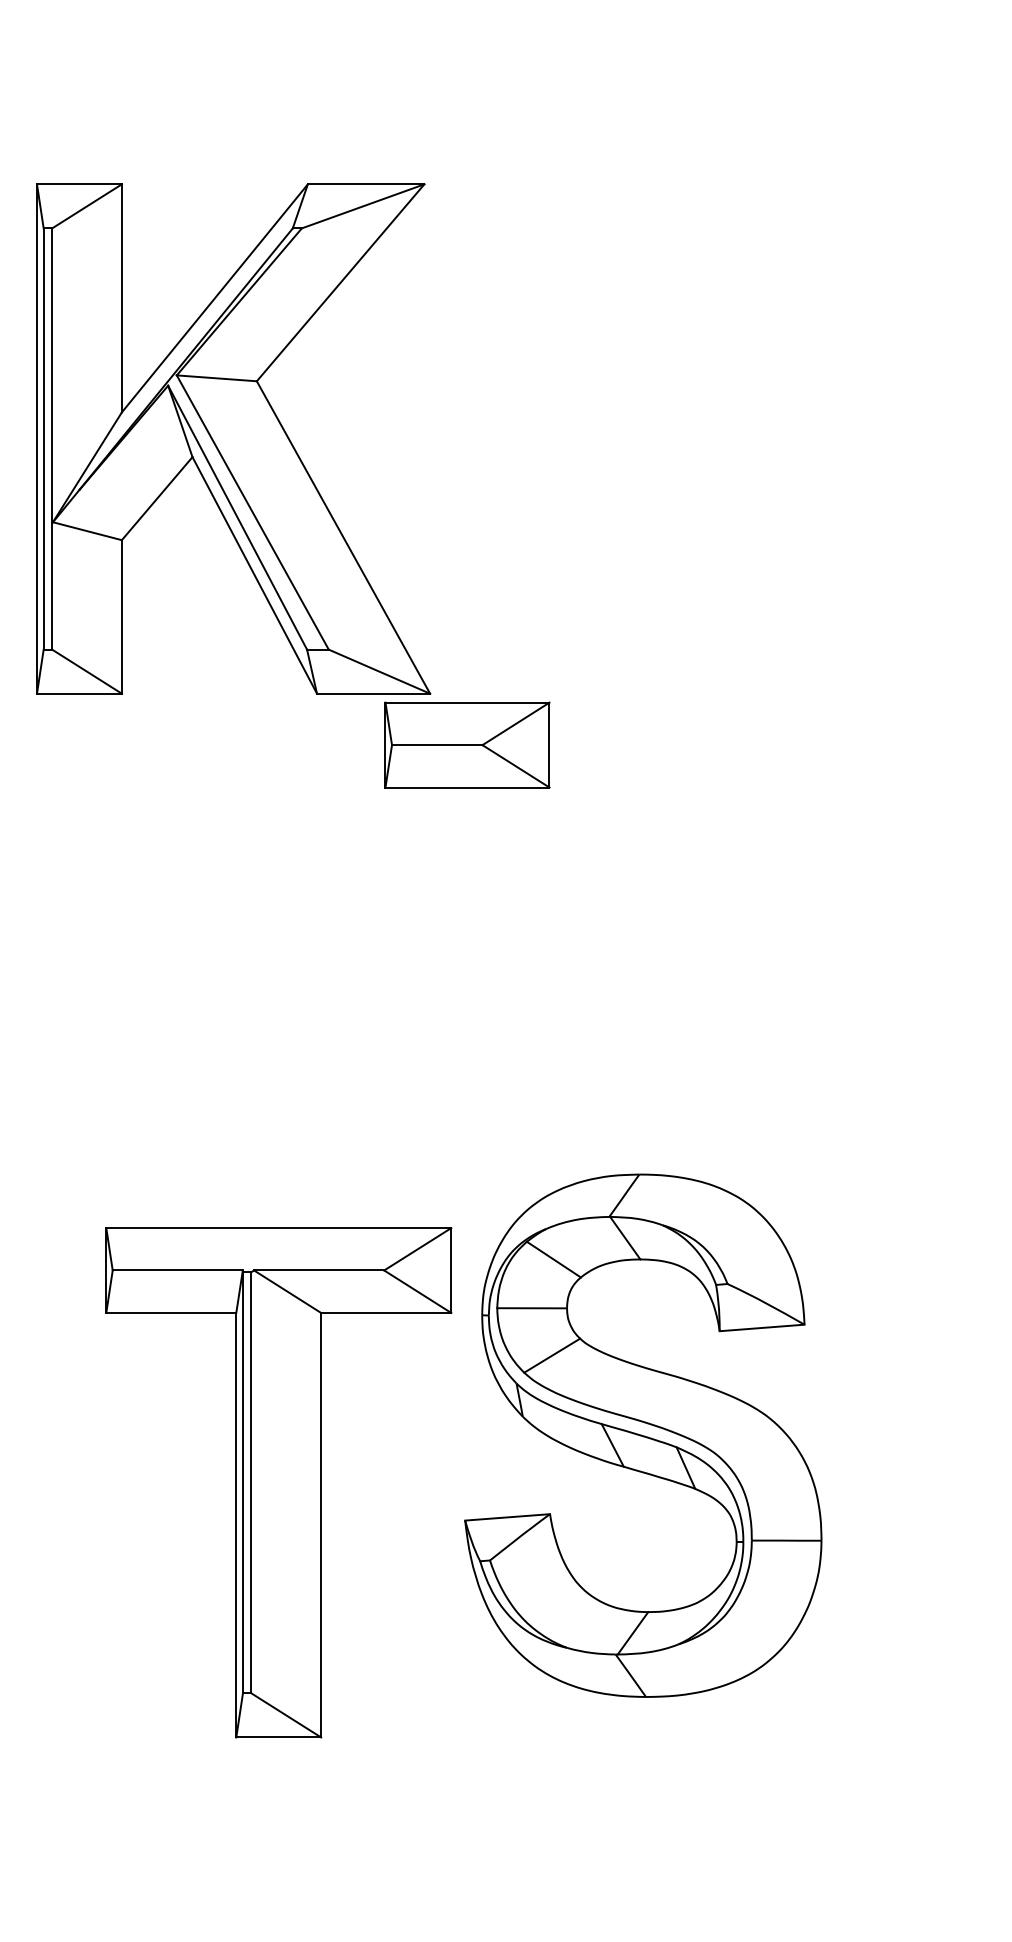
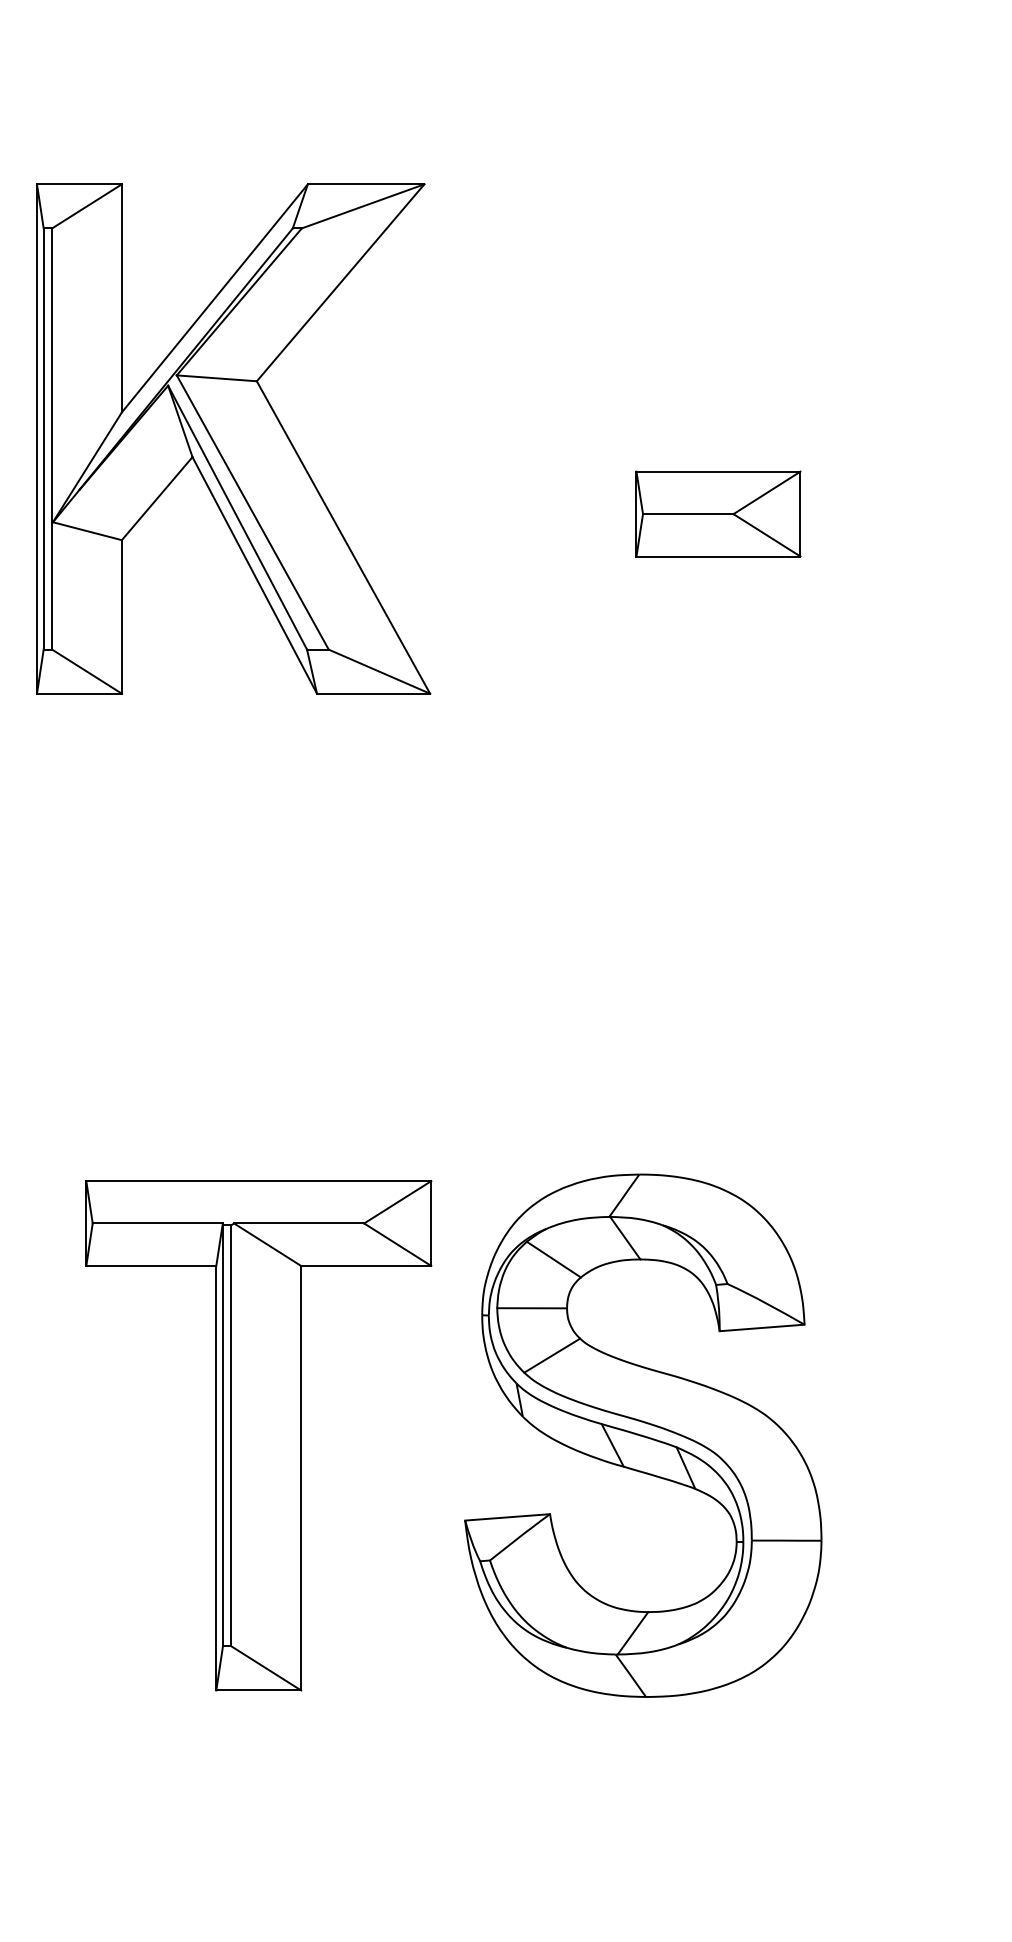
part at (467, 744) position: (467, 744) -> (718, 513)
part at (278, 1482) position: (278, 1482) -> (258, 1435)
